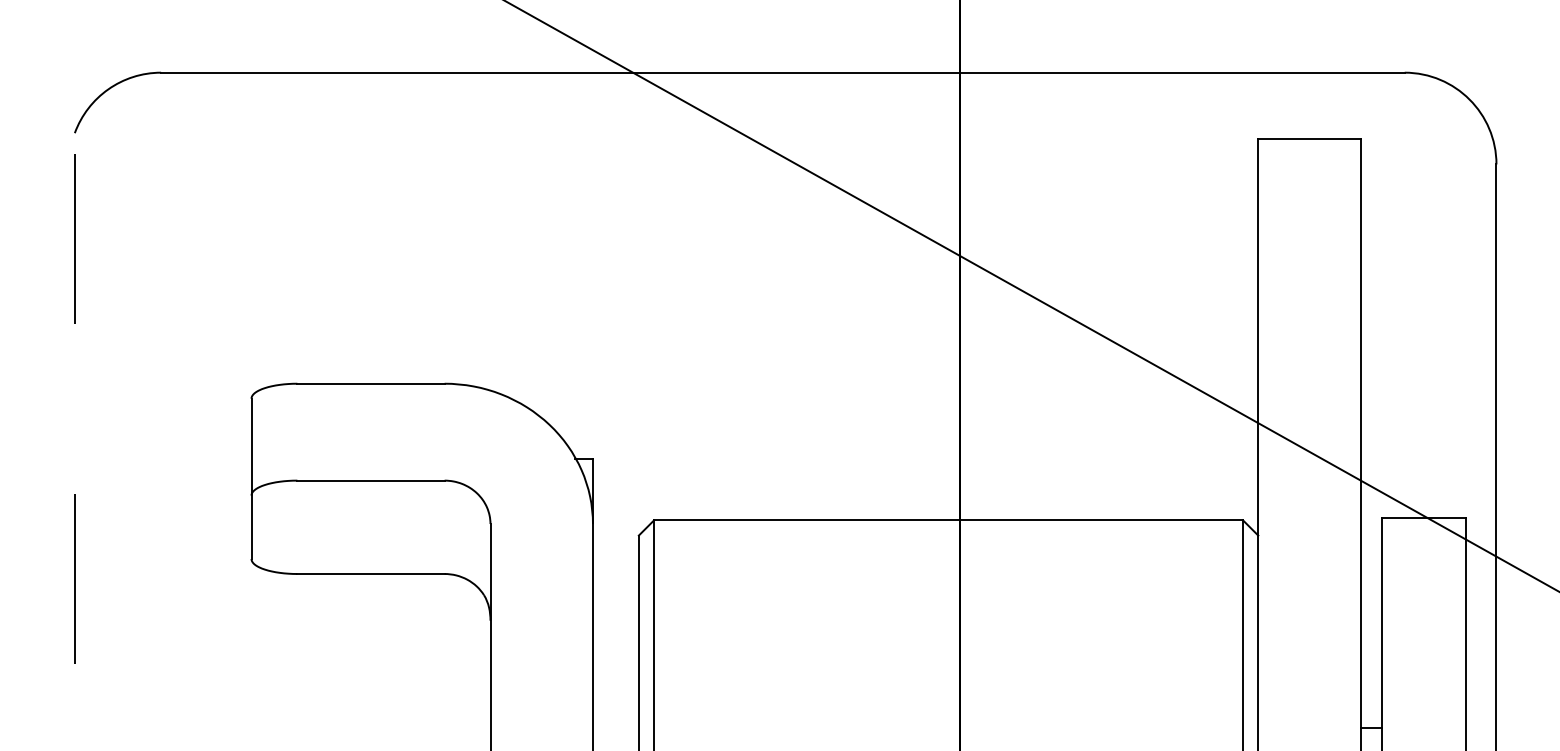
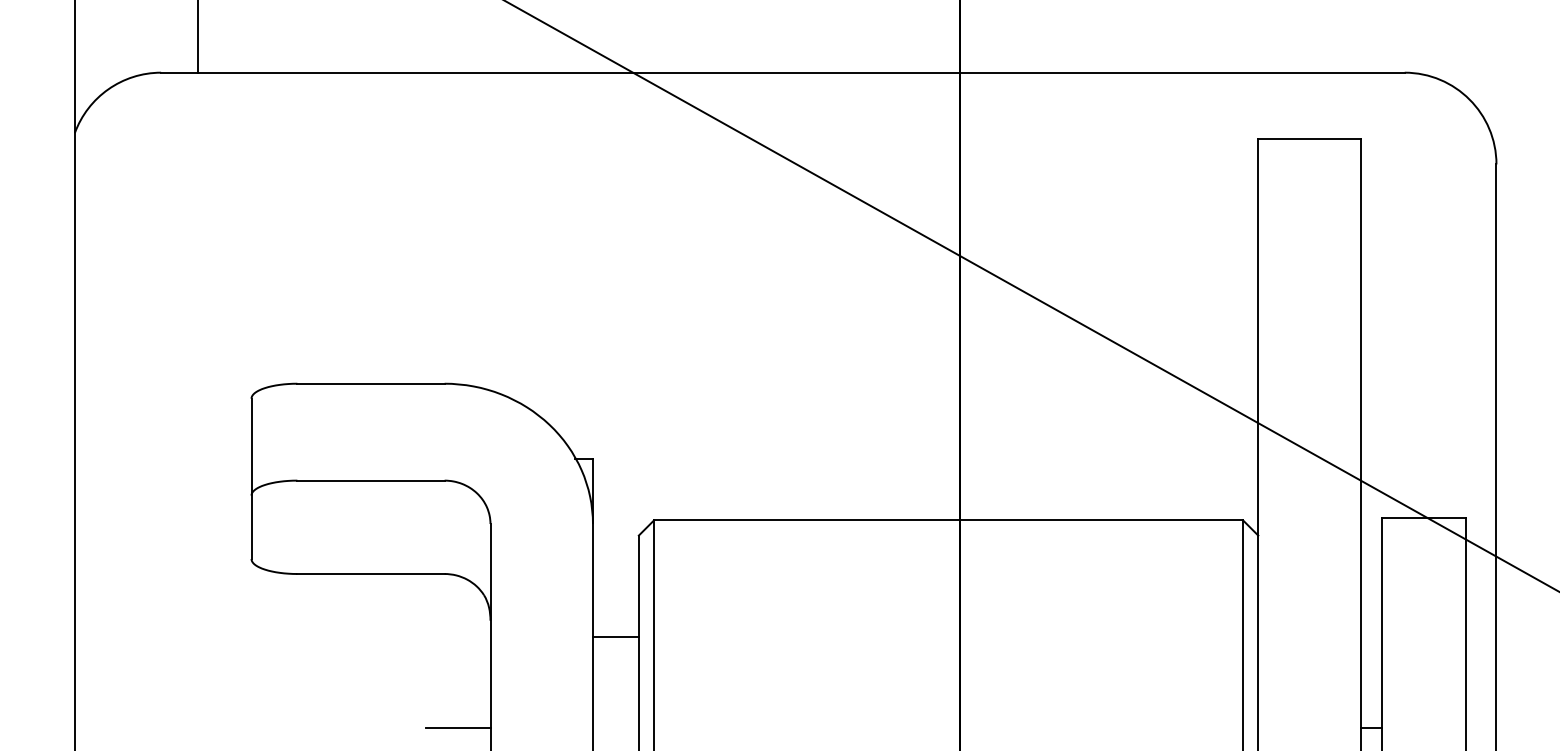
line at (197, 37): none -> present
line at (75, 375): dashed -> solid
line at (615, 636): none -> present
line at (458, 728): none -> present
